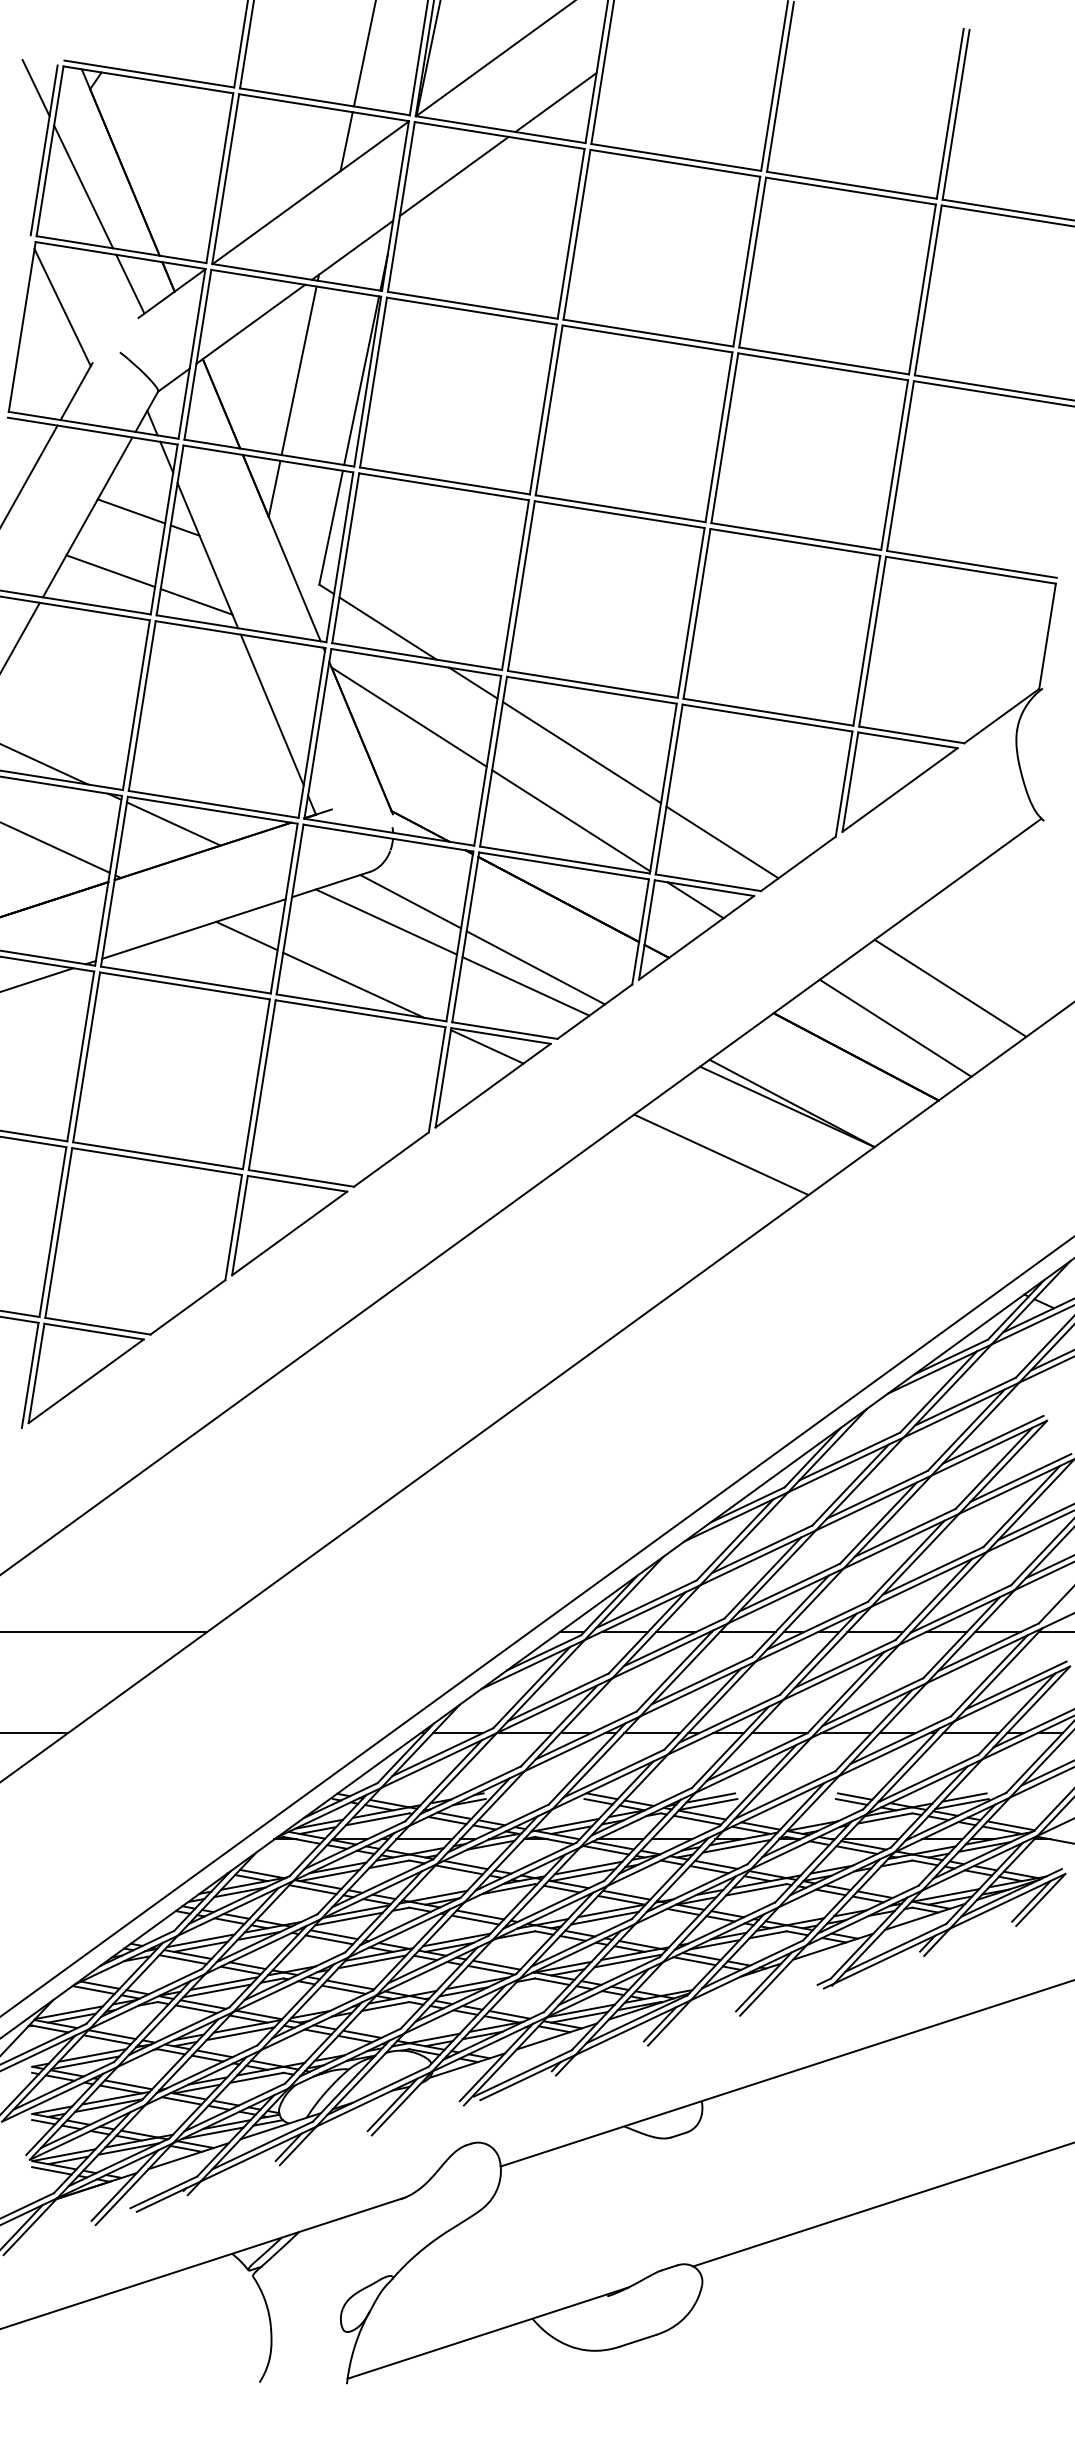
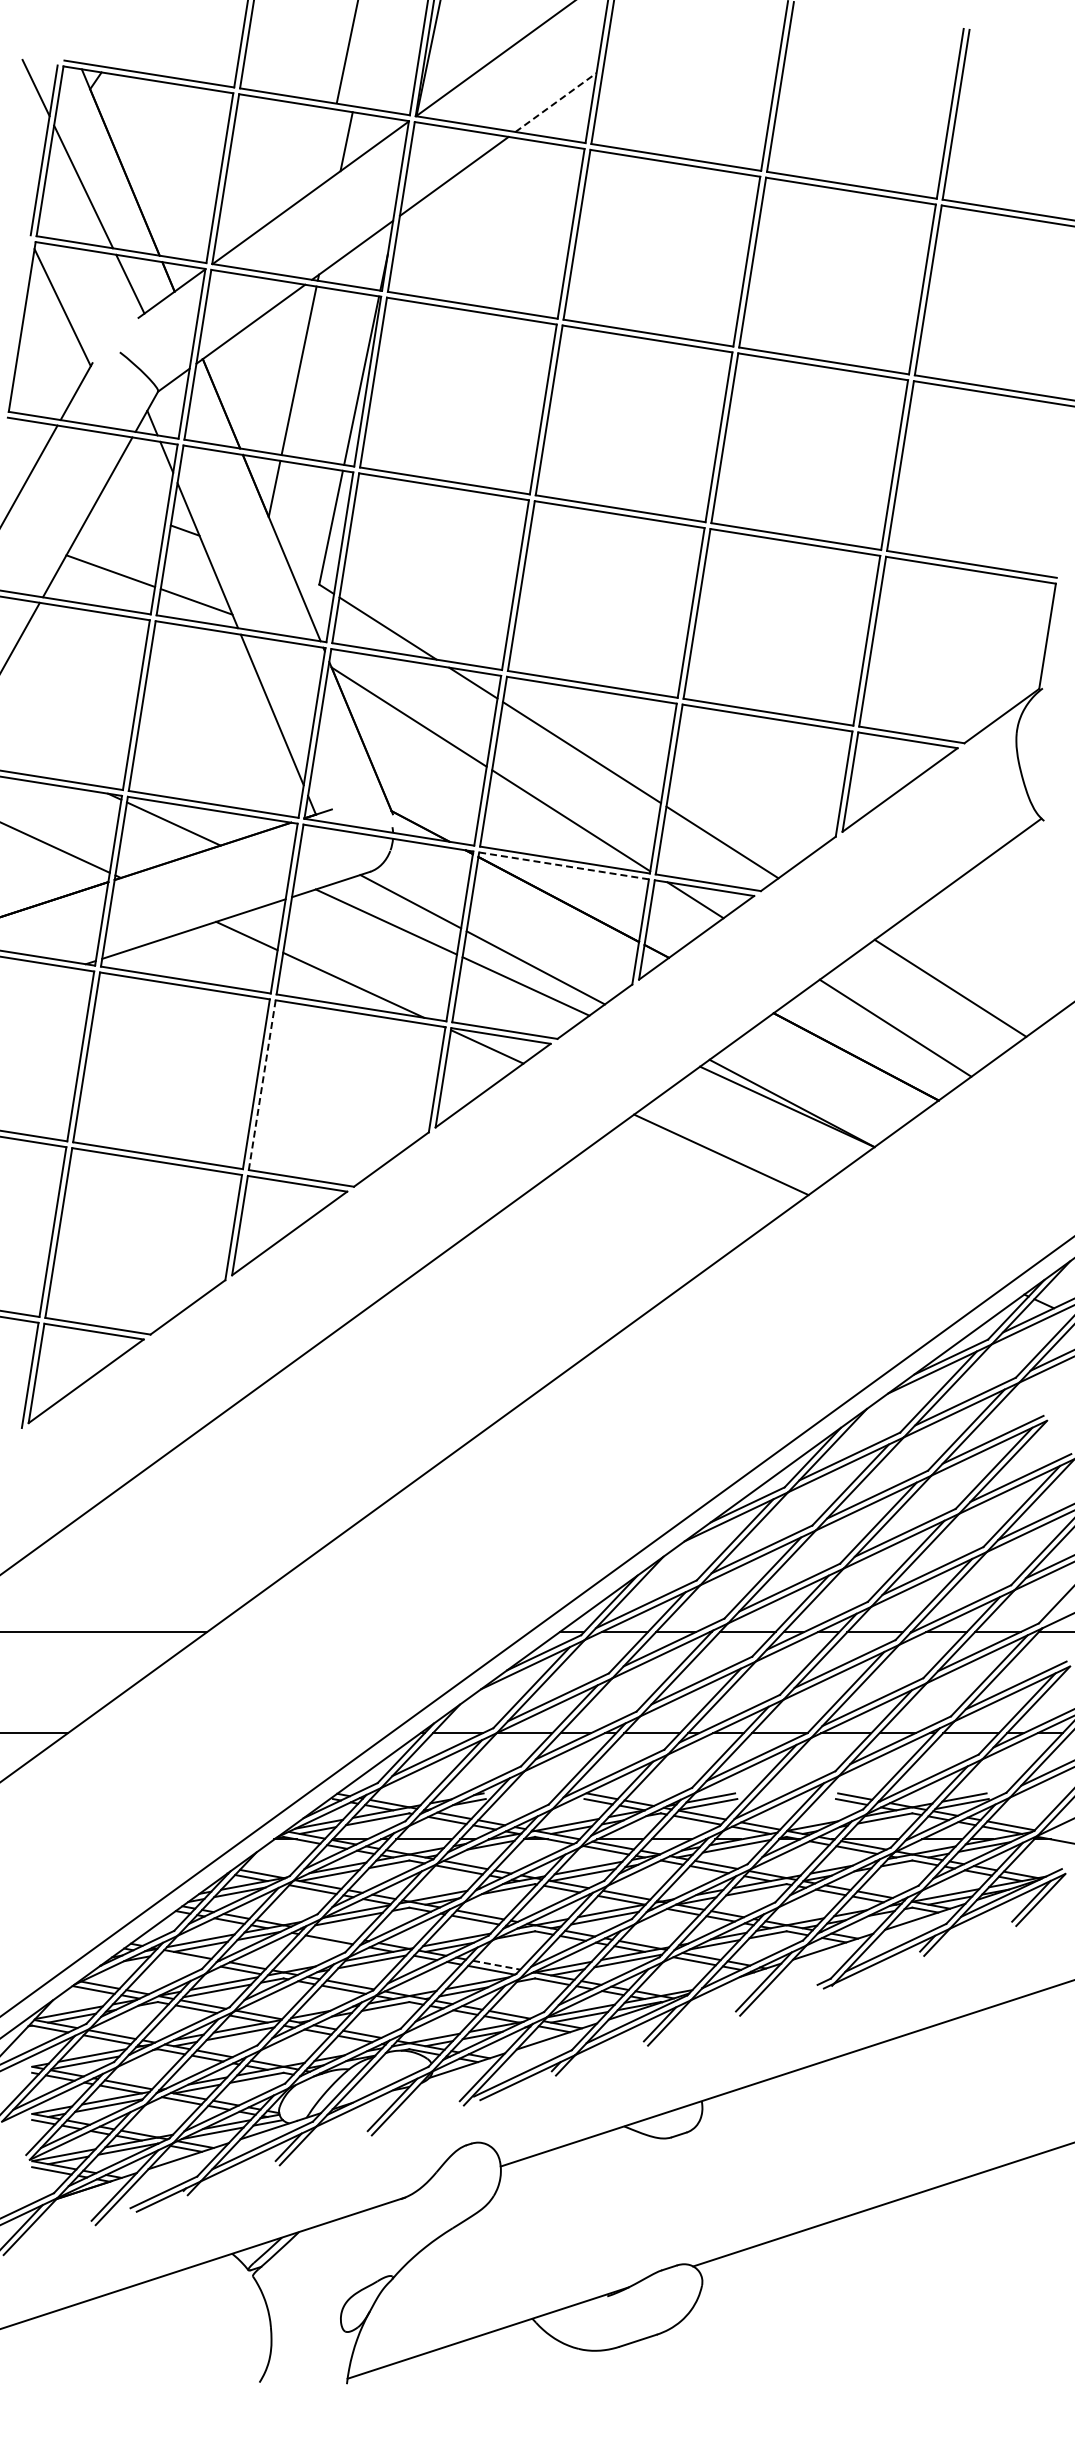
line at (364, 54) position: (364, 54) -> (346, 52)
line at (556, 102): solid -> dashed
line at (131, 511): present -> none
line at (45, 764): present -> none
line at (564, 865): solid -> dashed
line at (37, 979): present -> none
line at (262, 1085): solid -> dashed
line at (333, 1934): present -> none
line at (182, 1959): present -> none
line at (497, 1965): solid -> dashed
